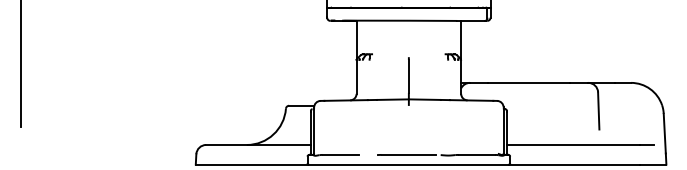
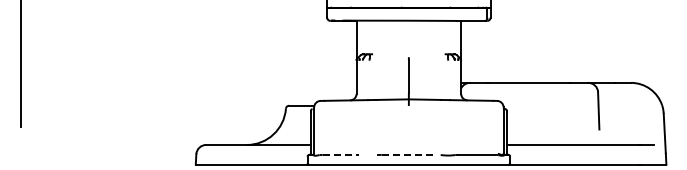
line at (341, 154): solid -> dashed
line at (409, 154): solid -> dashed
